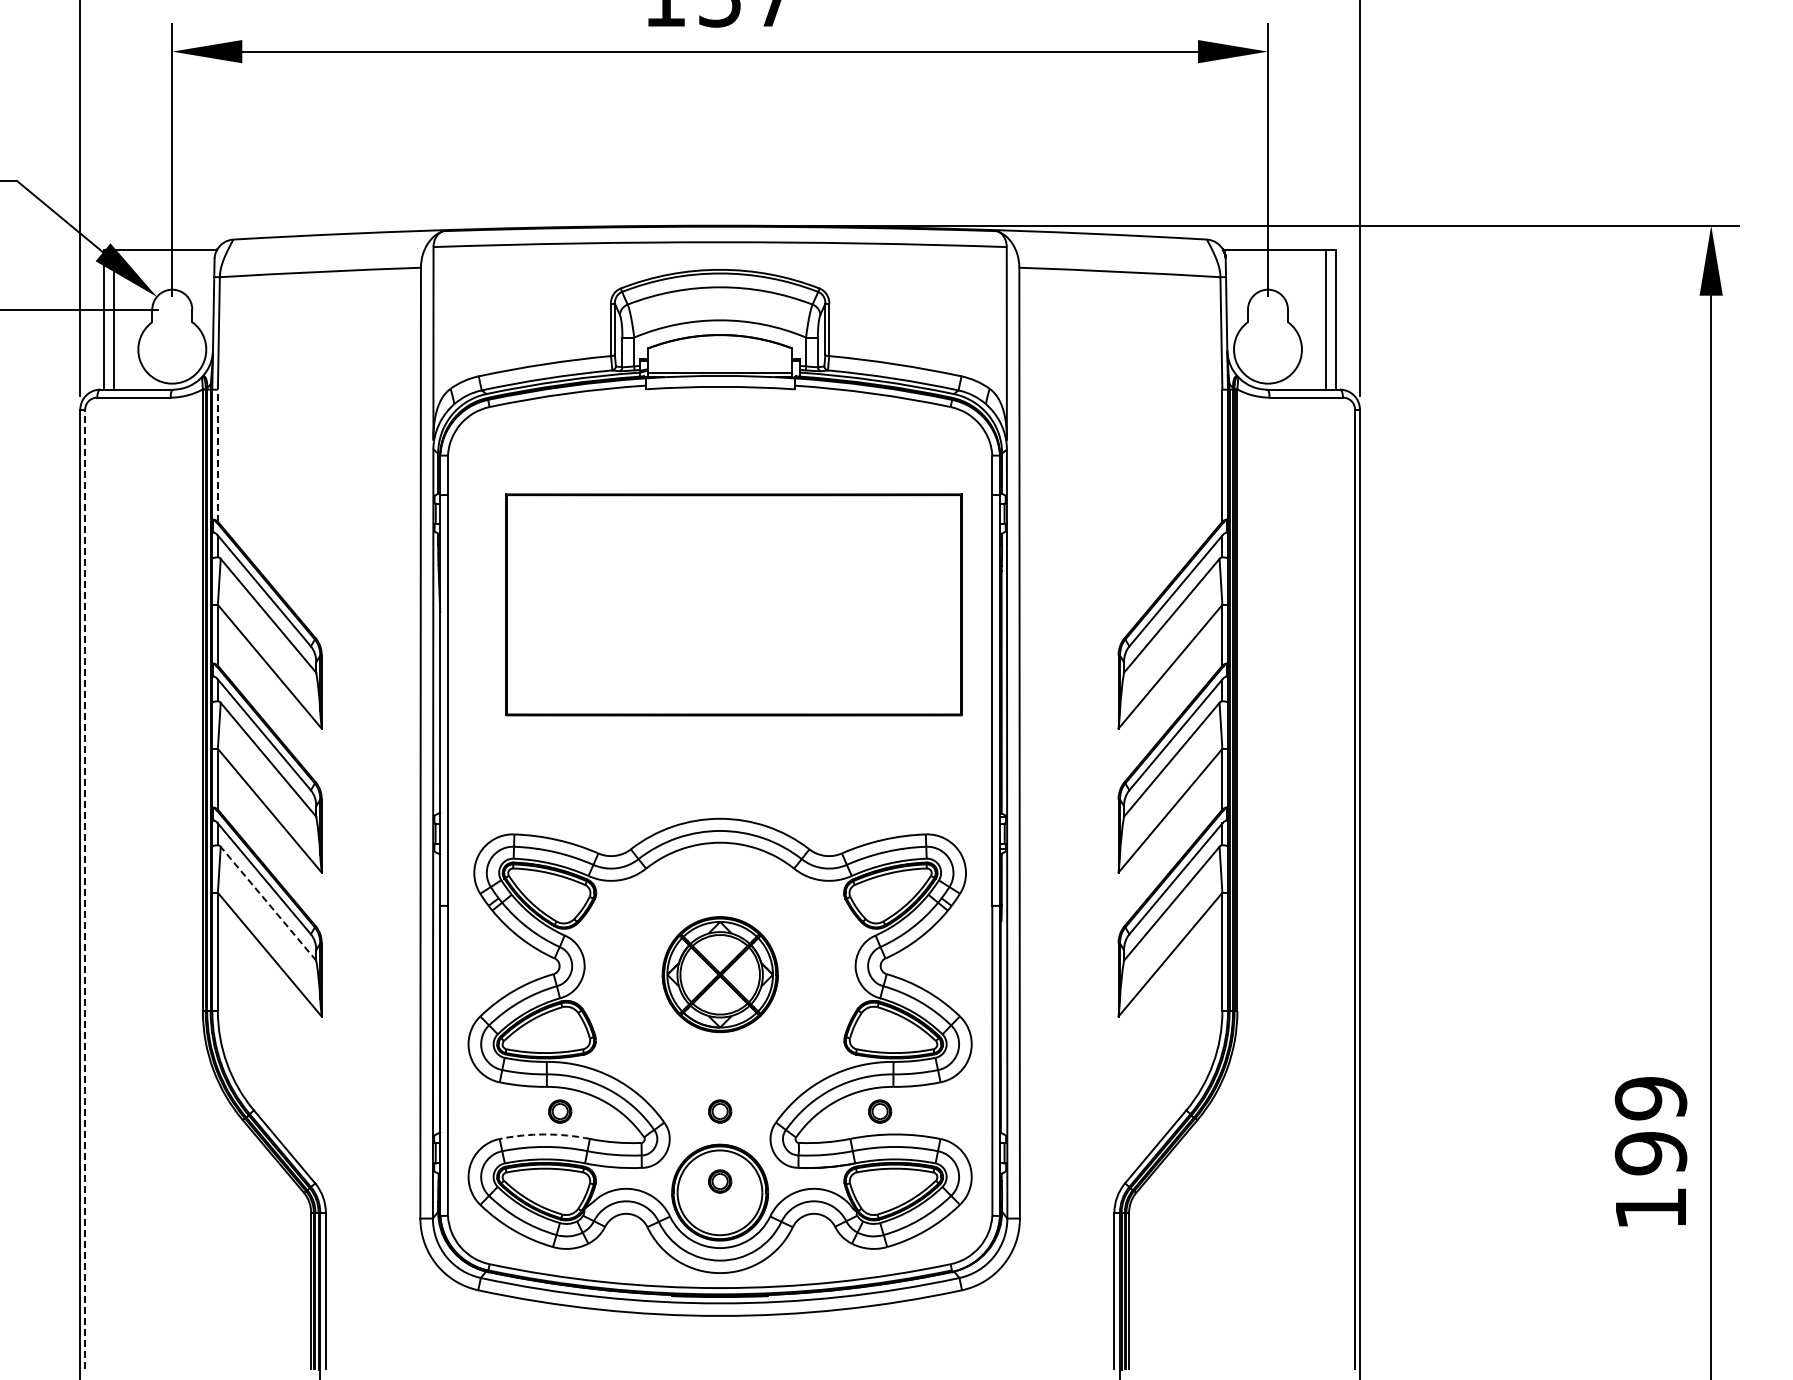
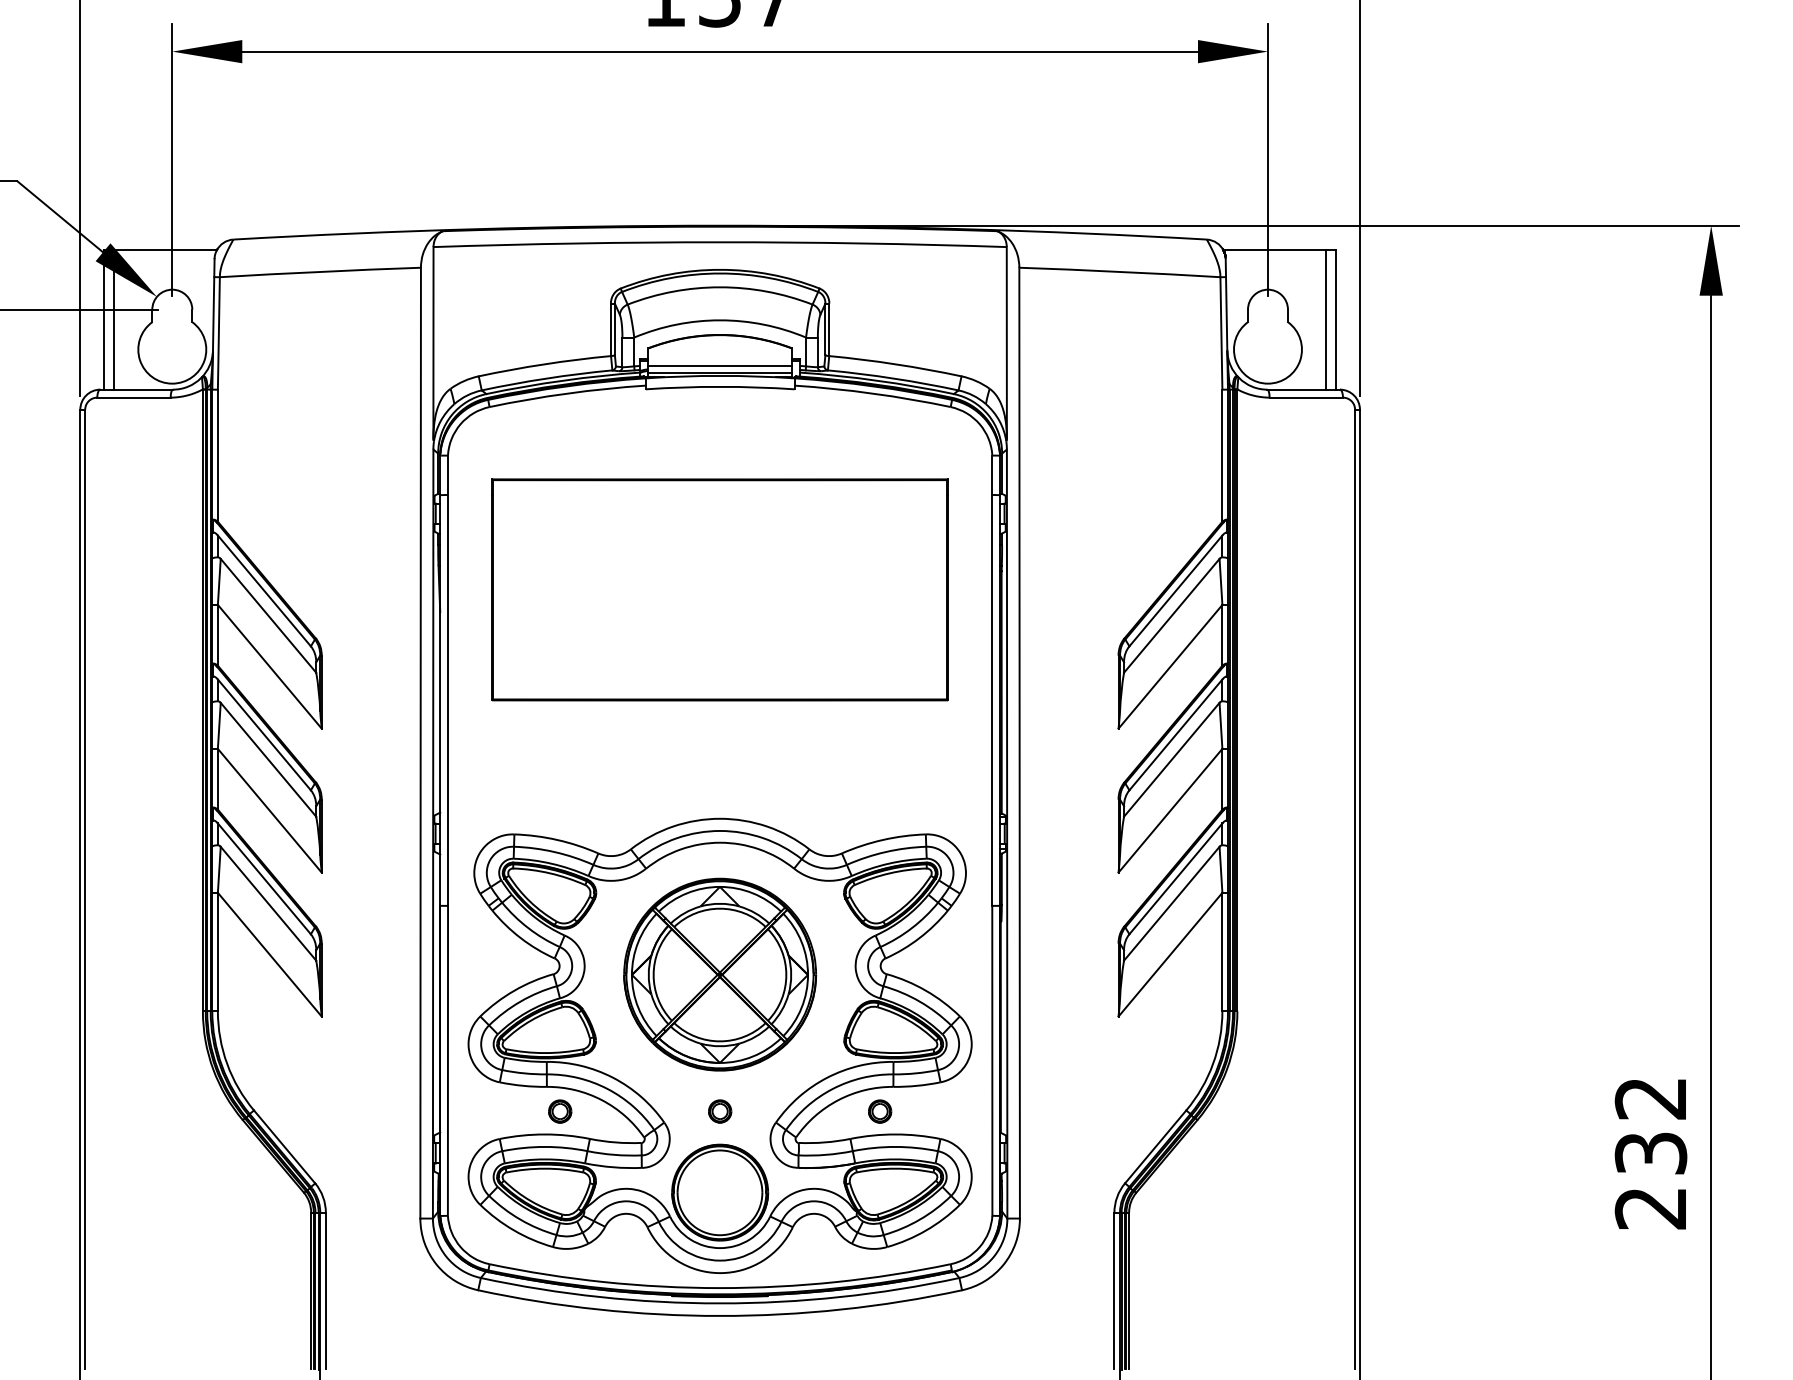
line at (720, 365): none -> present
line at (217, 455): dashed -> solid
part at (733, 604) position: (733, 604) -> (719, 589)
line at (85, 889): dashed -> solid
line at (268, 903): dashed -> solid
part at (719, 974) size: 118x118 px -> 195x195 px
arc at (544, 1134): dashed -> solid
text at (1650, 1153): 199 -> 232
part at (720, 1181): present -> none
